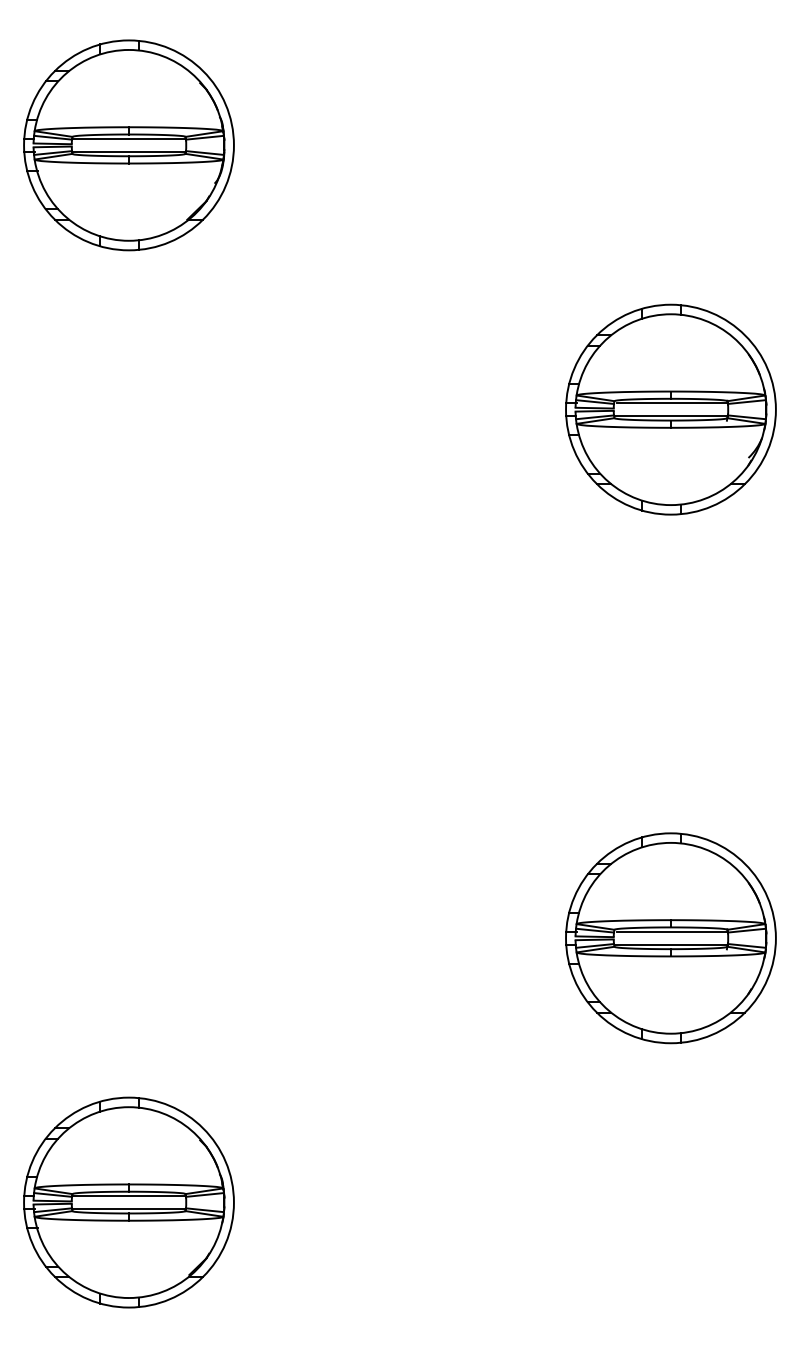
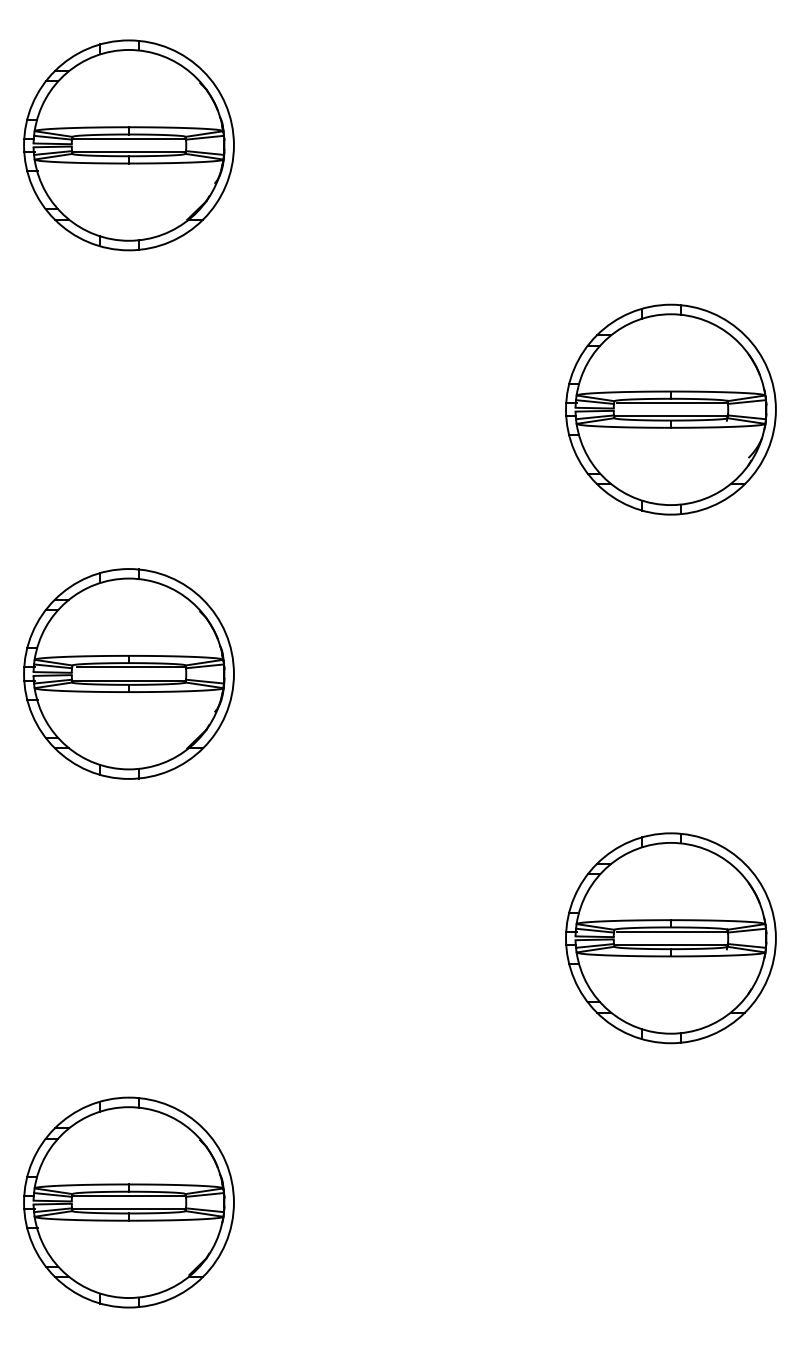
part at (128, 673): none -> present
